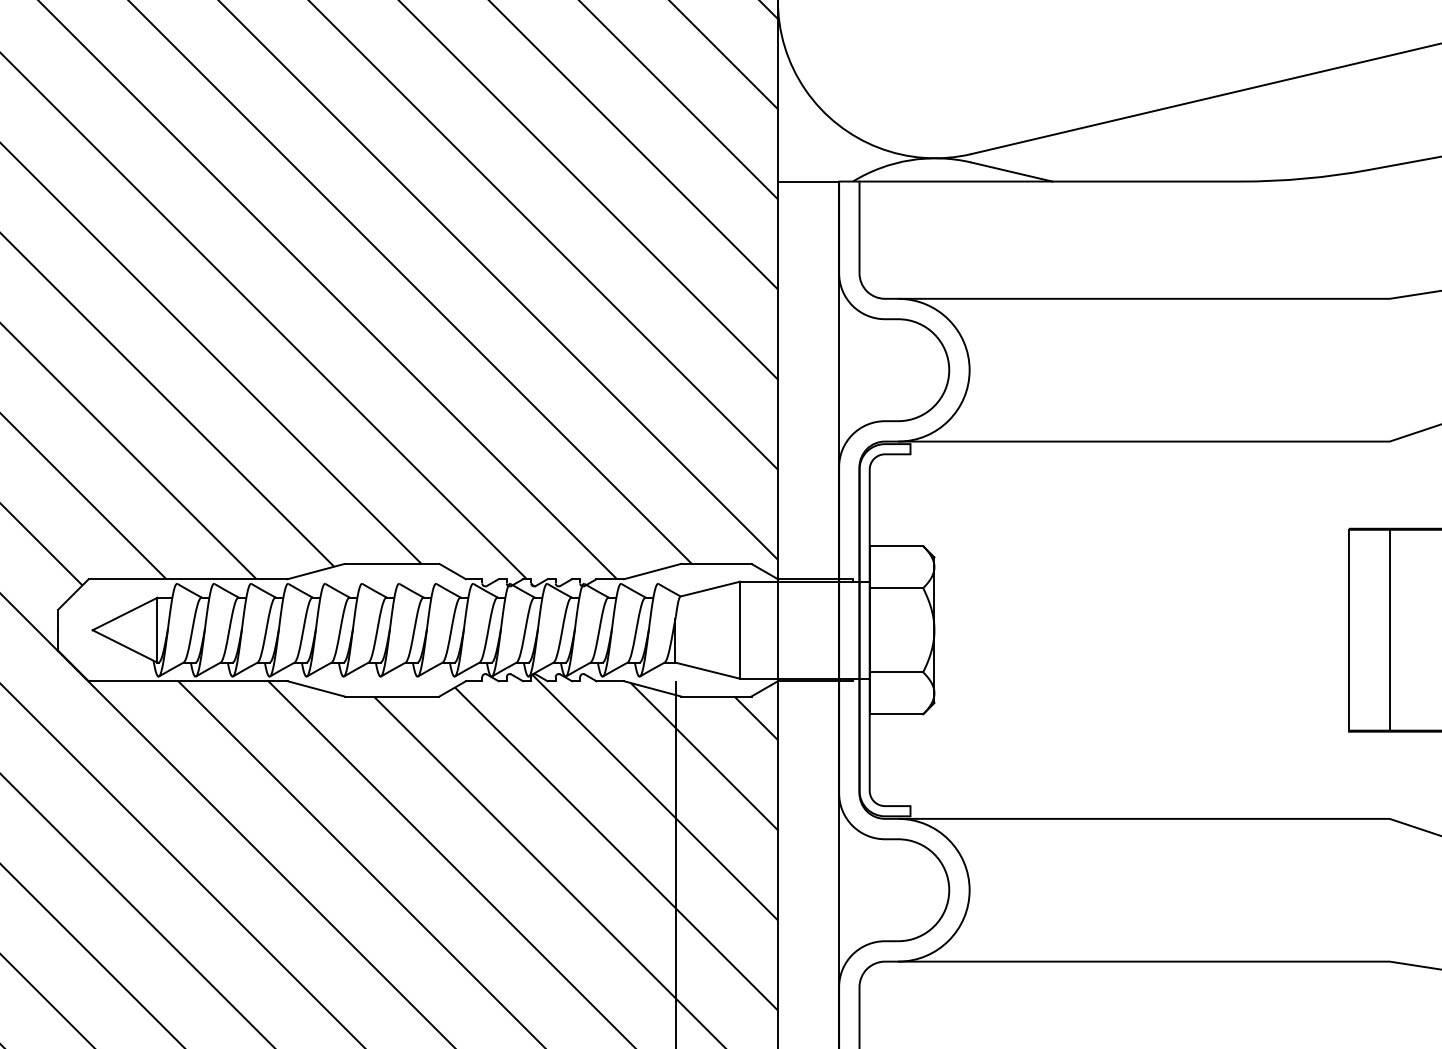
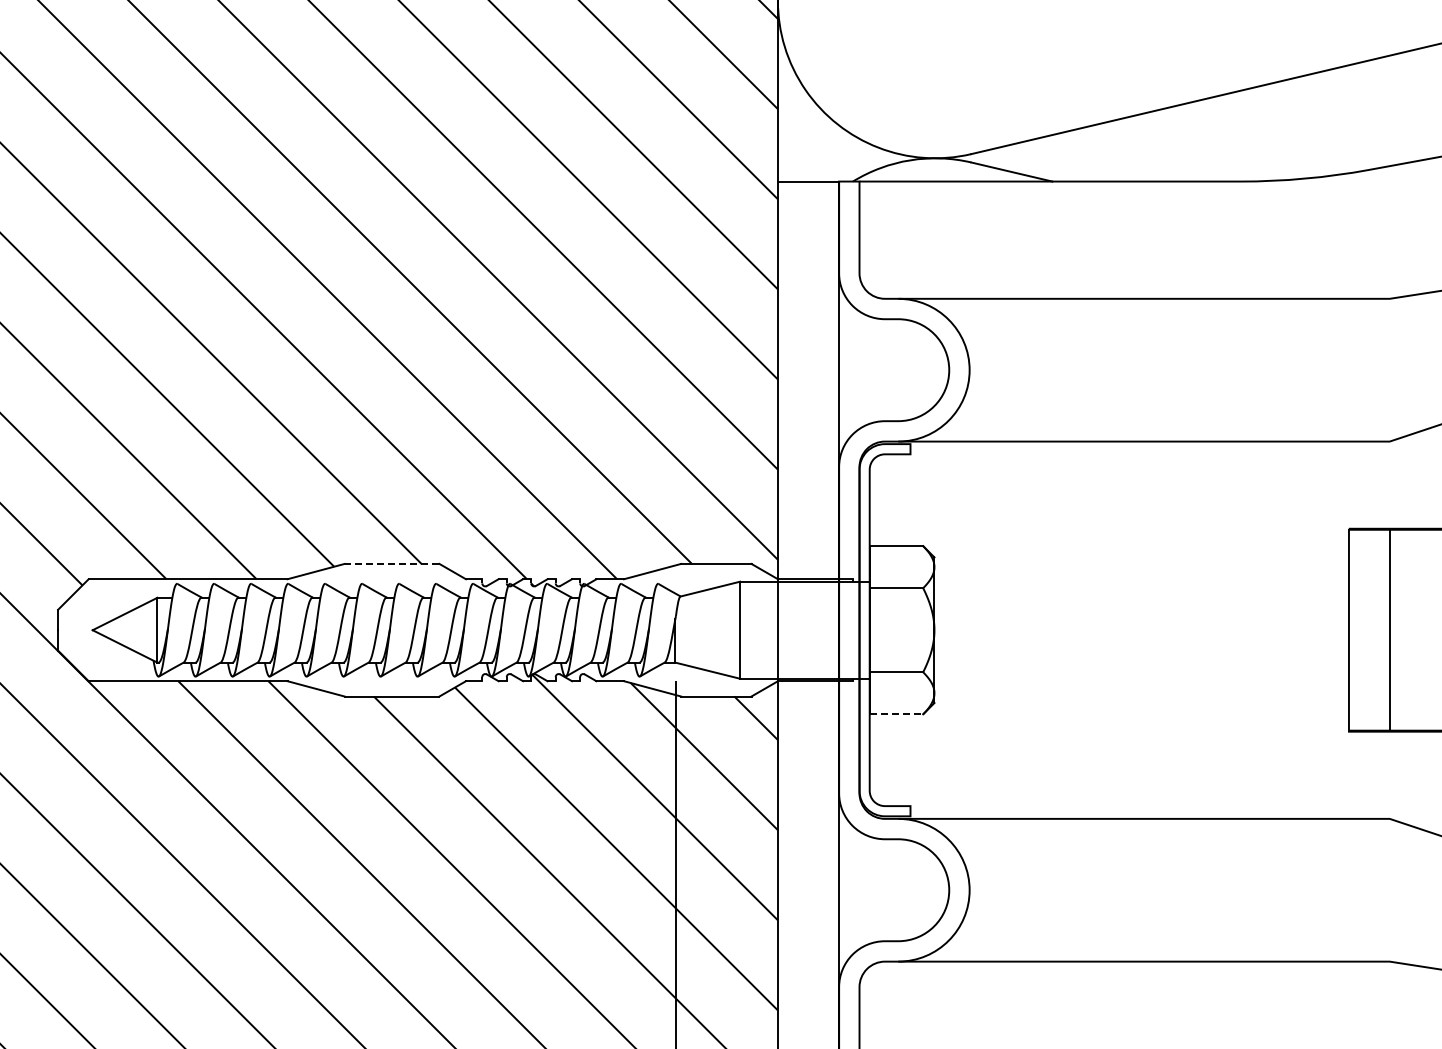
line at (391, 563): solid -> dashed
line at (896, 714): solid -> dashed
